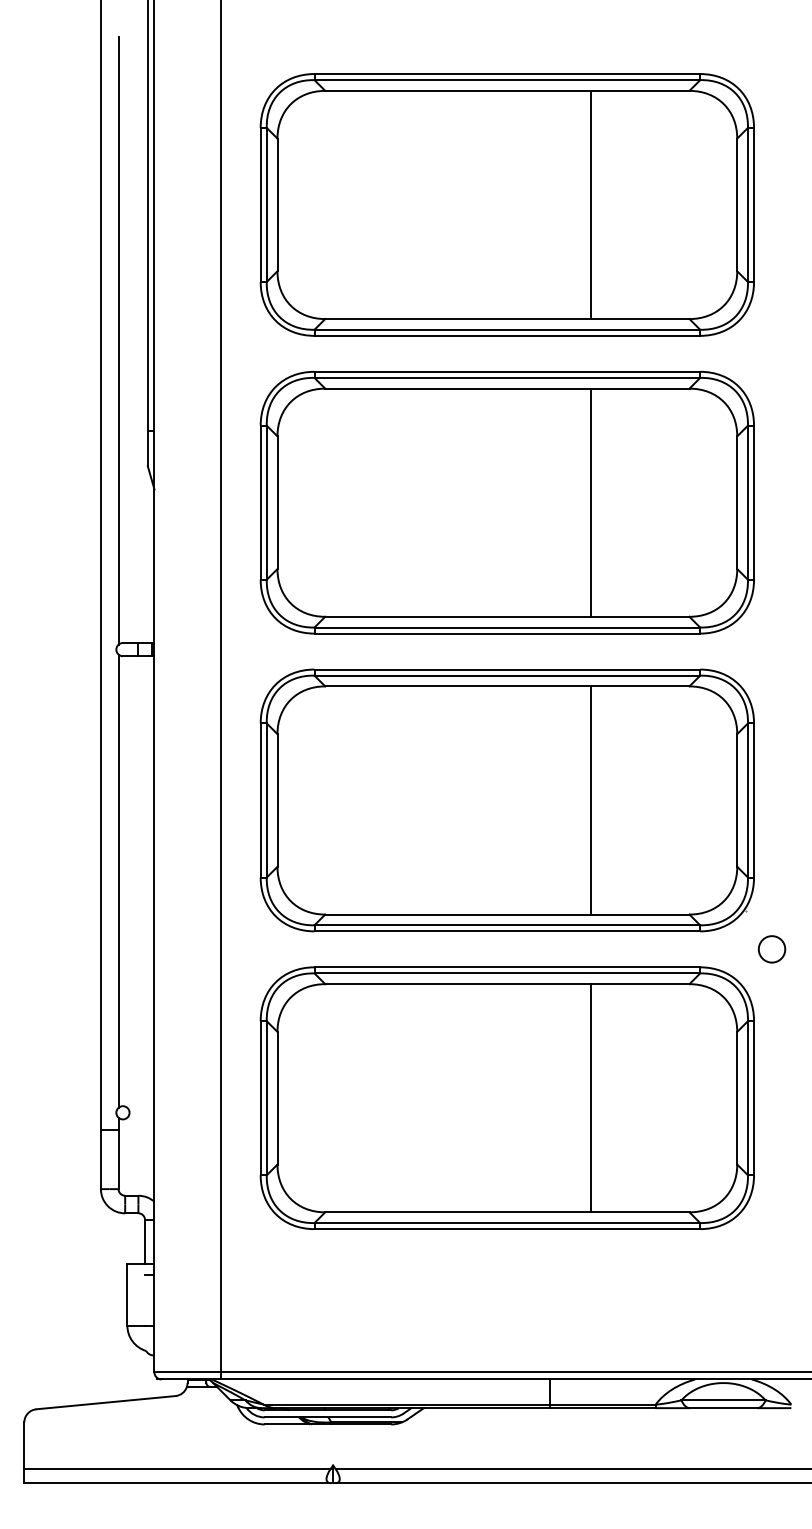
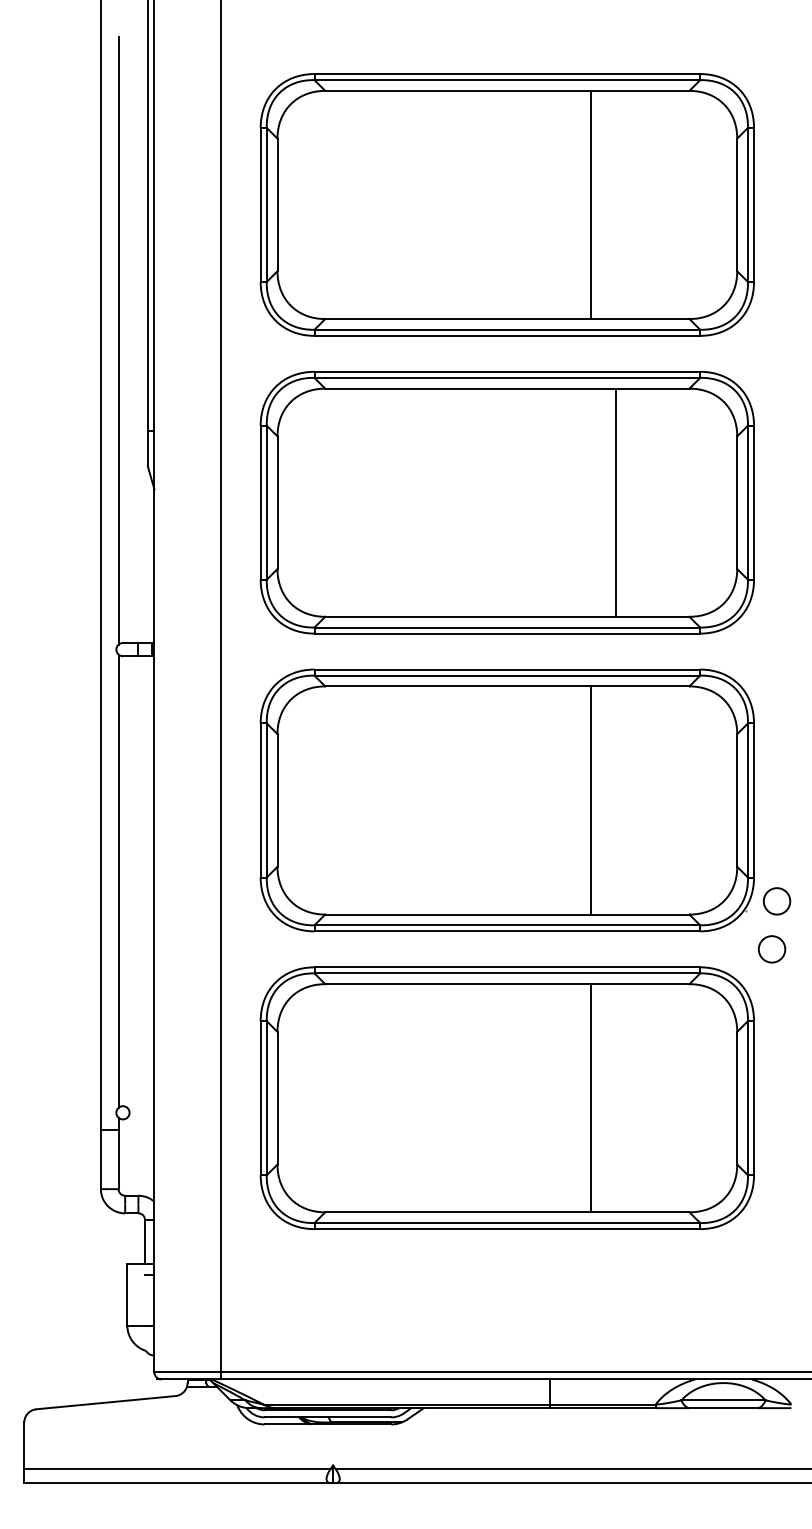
line at (590, 502) position: (590, 502) -> (615, 502)
circle at (776, 901): none -> present
